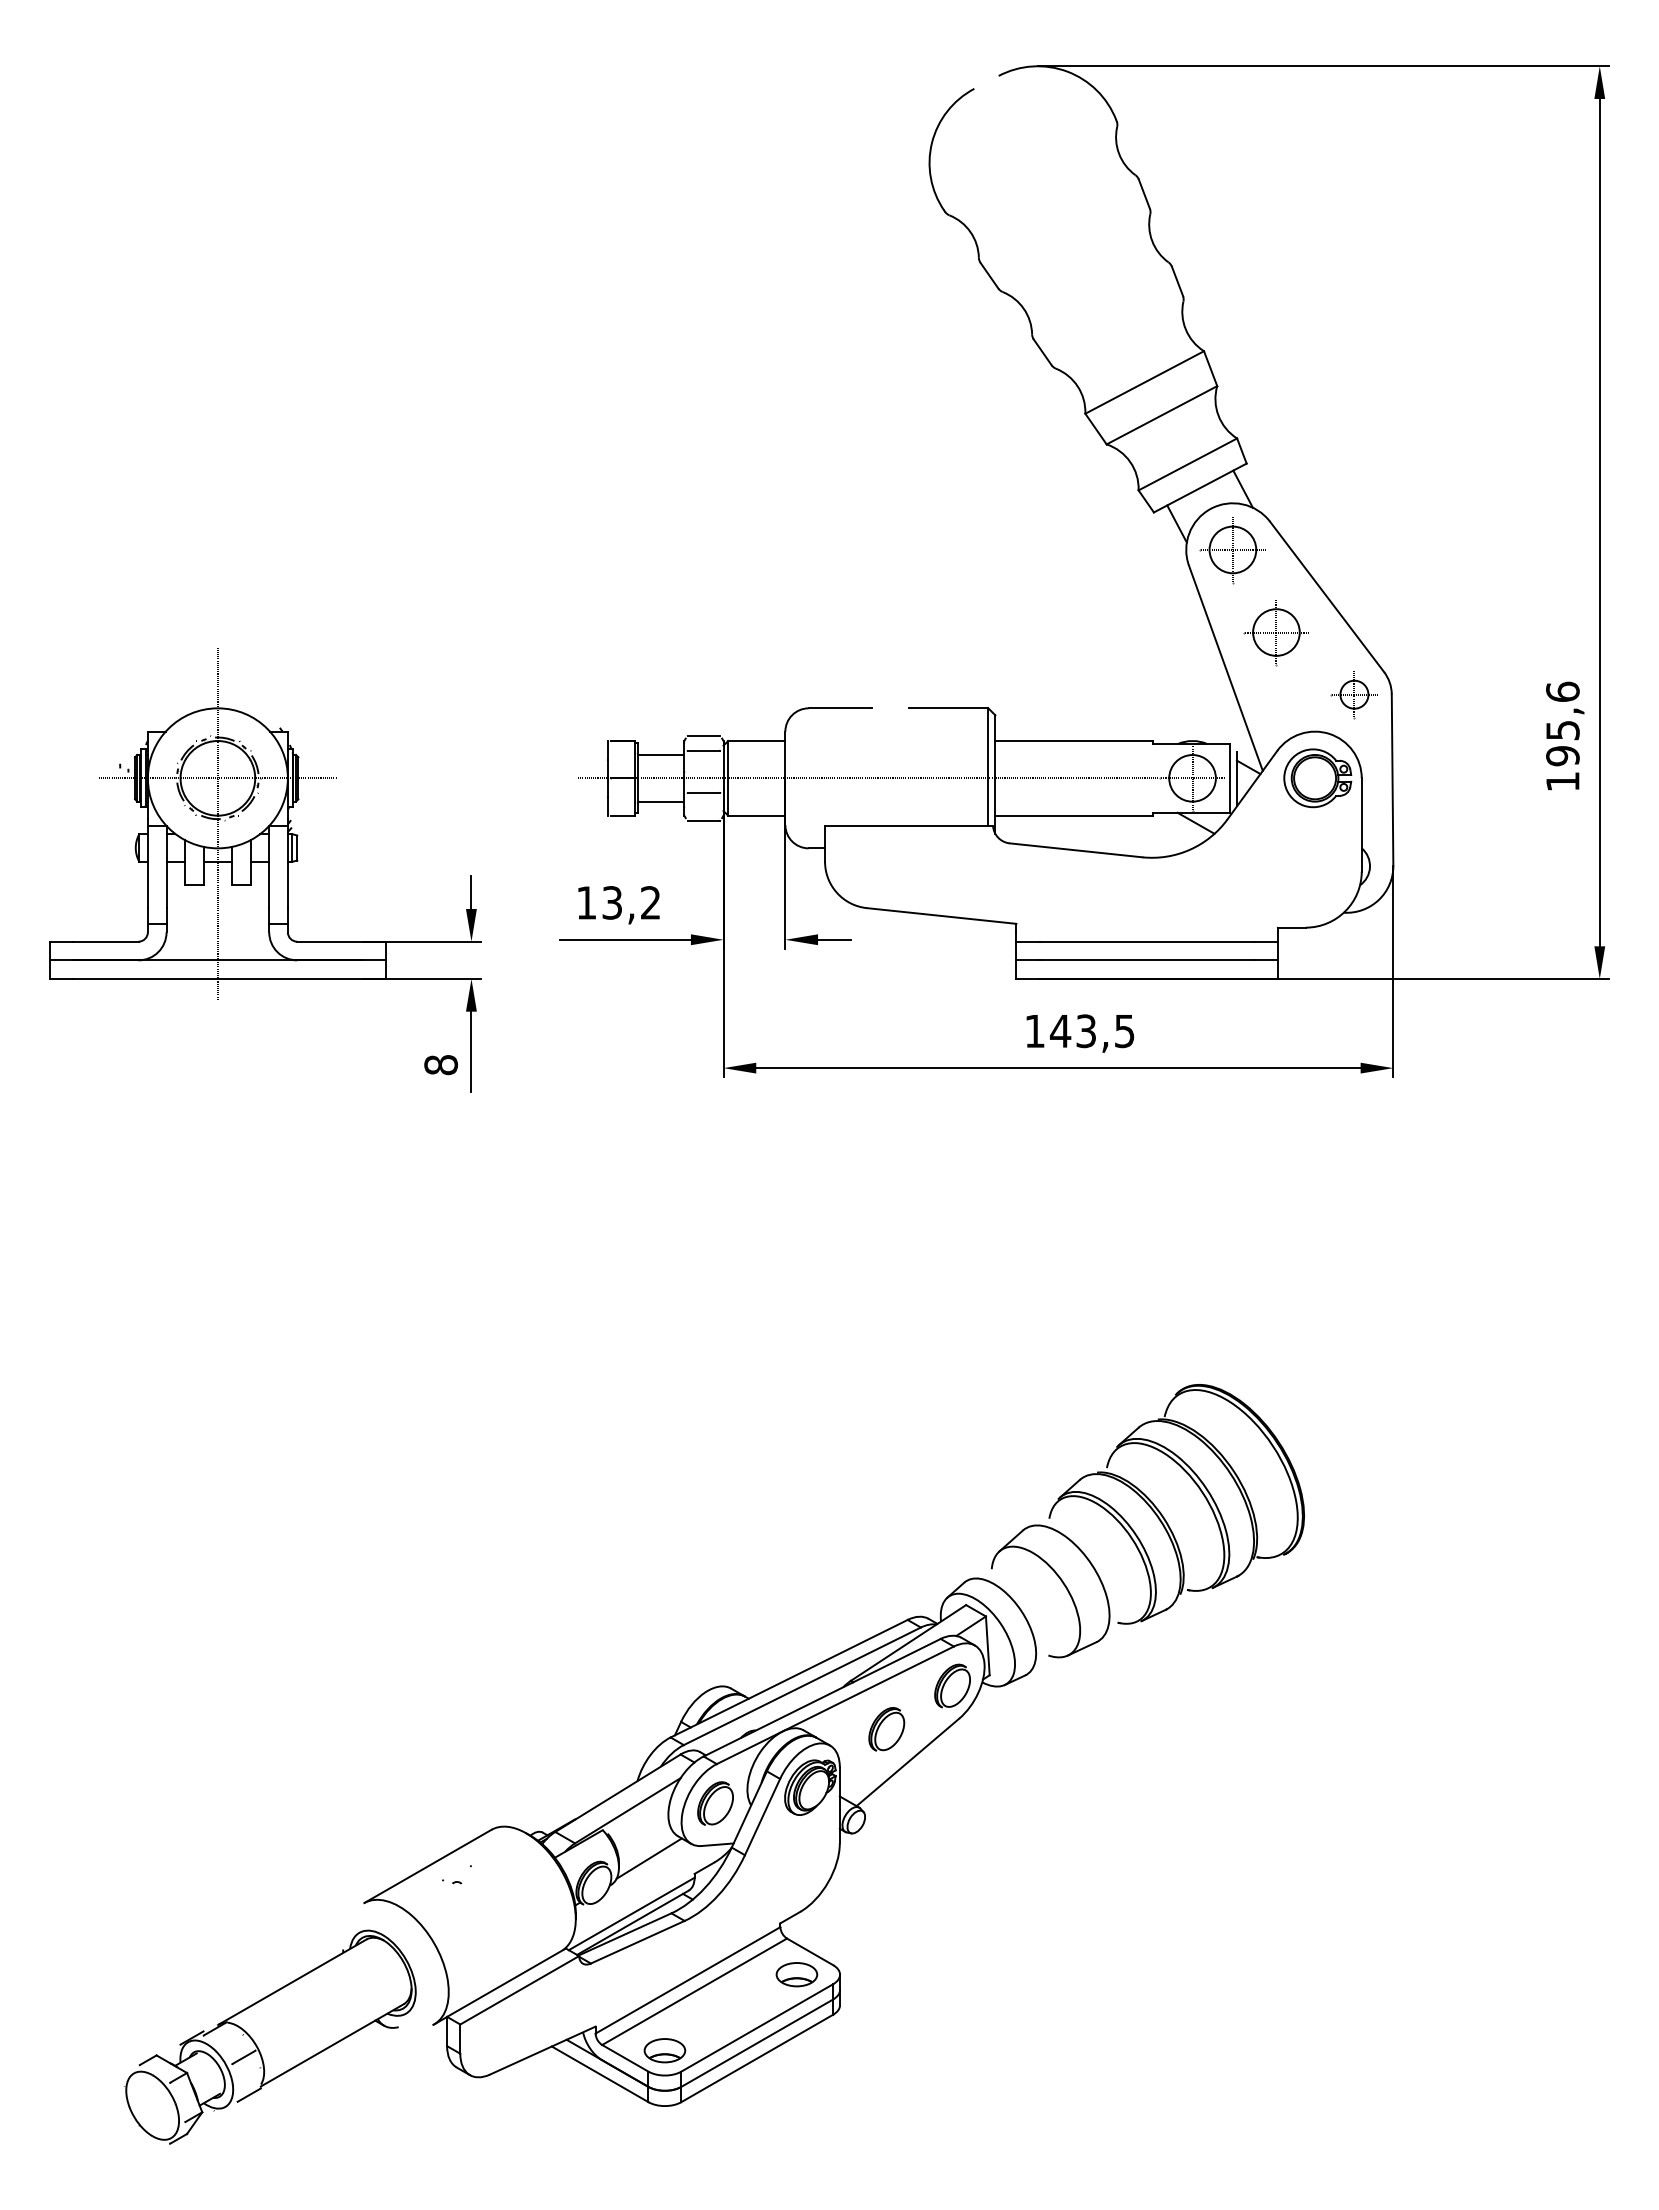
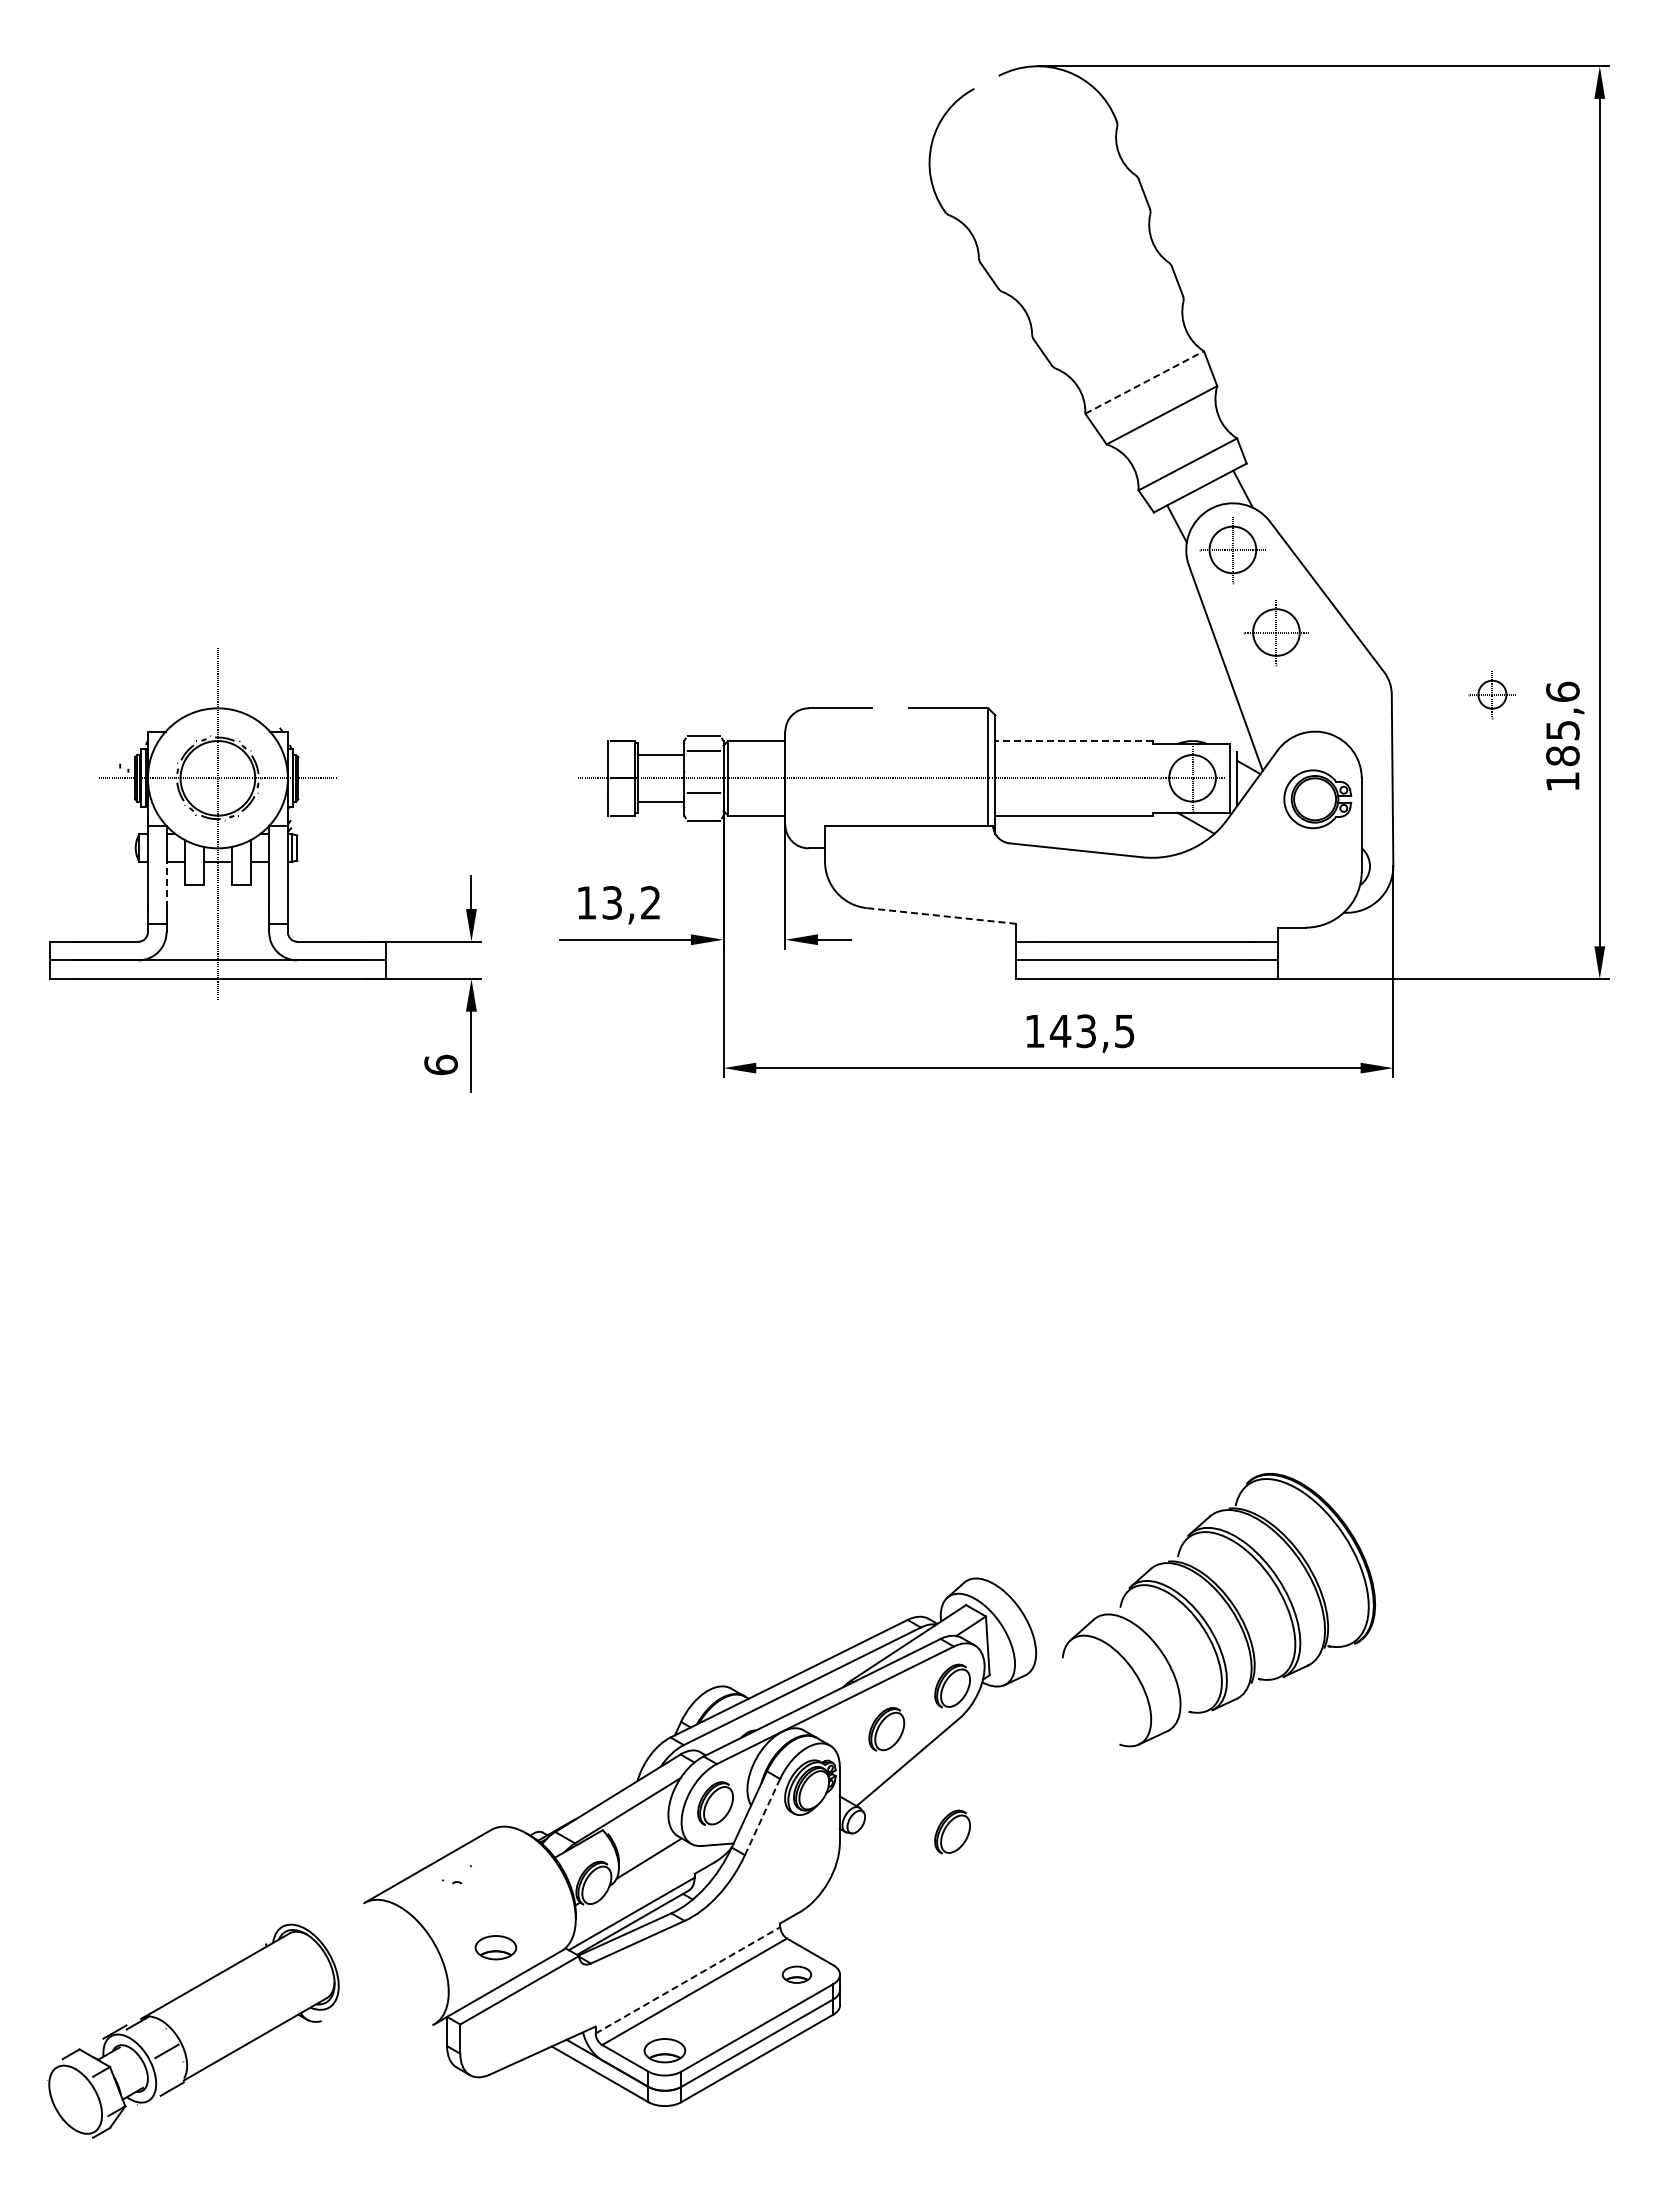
line at (1145, 382): solid -> dashed
part at (1353, 695) position: (1353, 695) -> (1491, 695)
line at (1074, 741): solid -> dashed
text at (1562, 756): 195,6 -> 185,6
part at (1317, 778) position: (1317, 778) -> (1317, 799)
line at (166, 884): solid -> dashed
line at (941, 915): solid -> dashed
text at (440, 1064): 8 -> 6
part at (1147, 1521) position: (1147, 1521) -> (1218, 1610)
line at (762, 1817): solid -> dashed
part at (952, 1831): none -> present
part at (495, 1947): none -> present
part at (796, 1974) size: 44x26 px -> 31x19 px
line at (688, 1980): solid -> dashed
part at (269, 2036) position: (269, 2036) -> (192, 2030)
